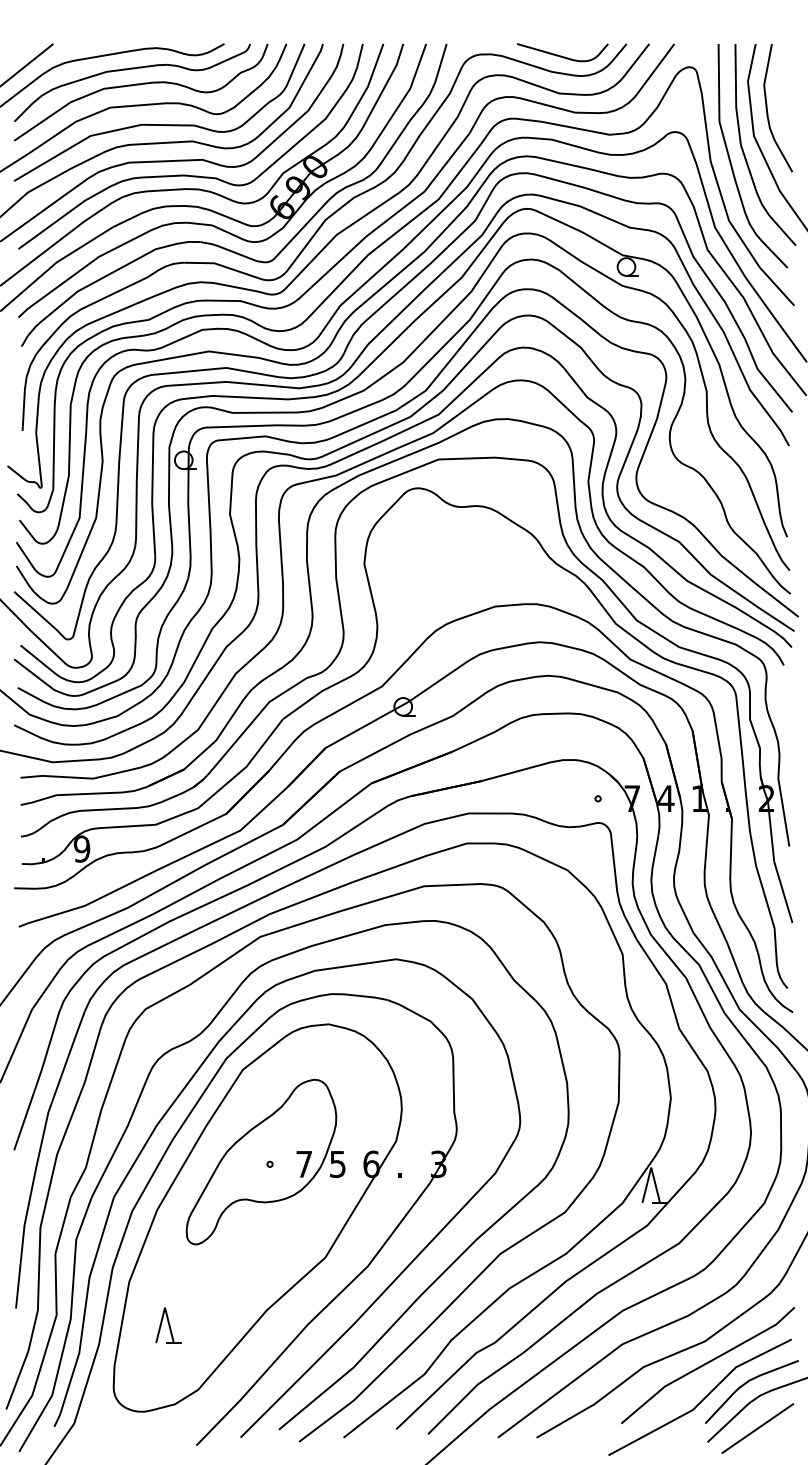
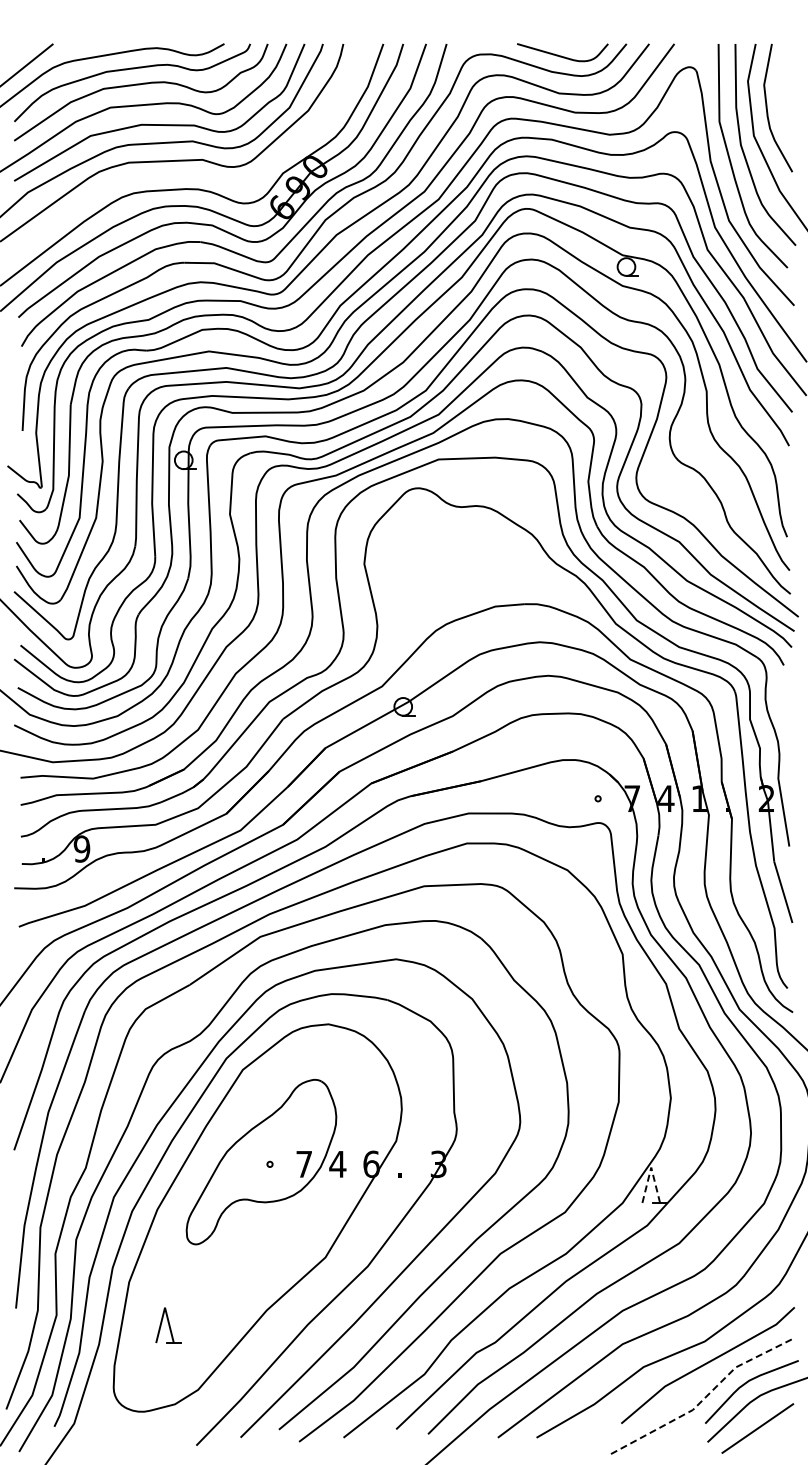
curve at (187, 174): present -> none
text at (337, 1164): 5 -> 4
line at (651, 1167): solid -> dashed
line at (702, 1400): solid -> dashed
